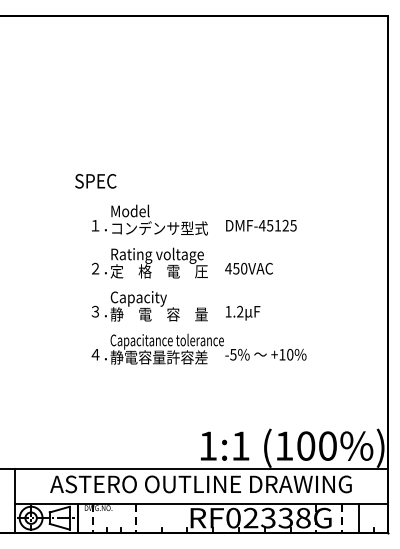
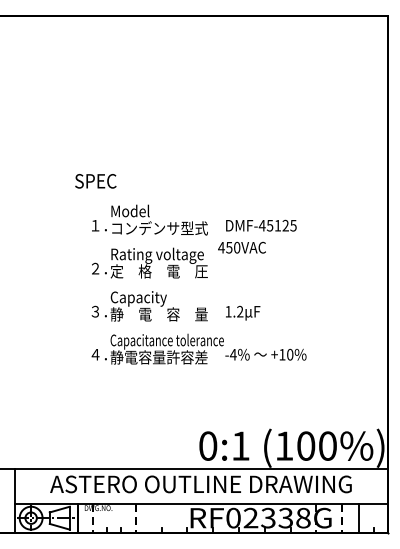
text at (248, 268) position: (248, 268) -> (241, 247)
text at (232, 354): -5% -> -4%
text at (208, 445): 1:1 -> 0:1
